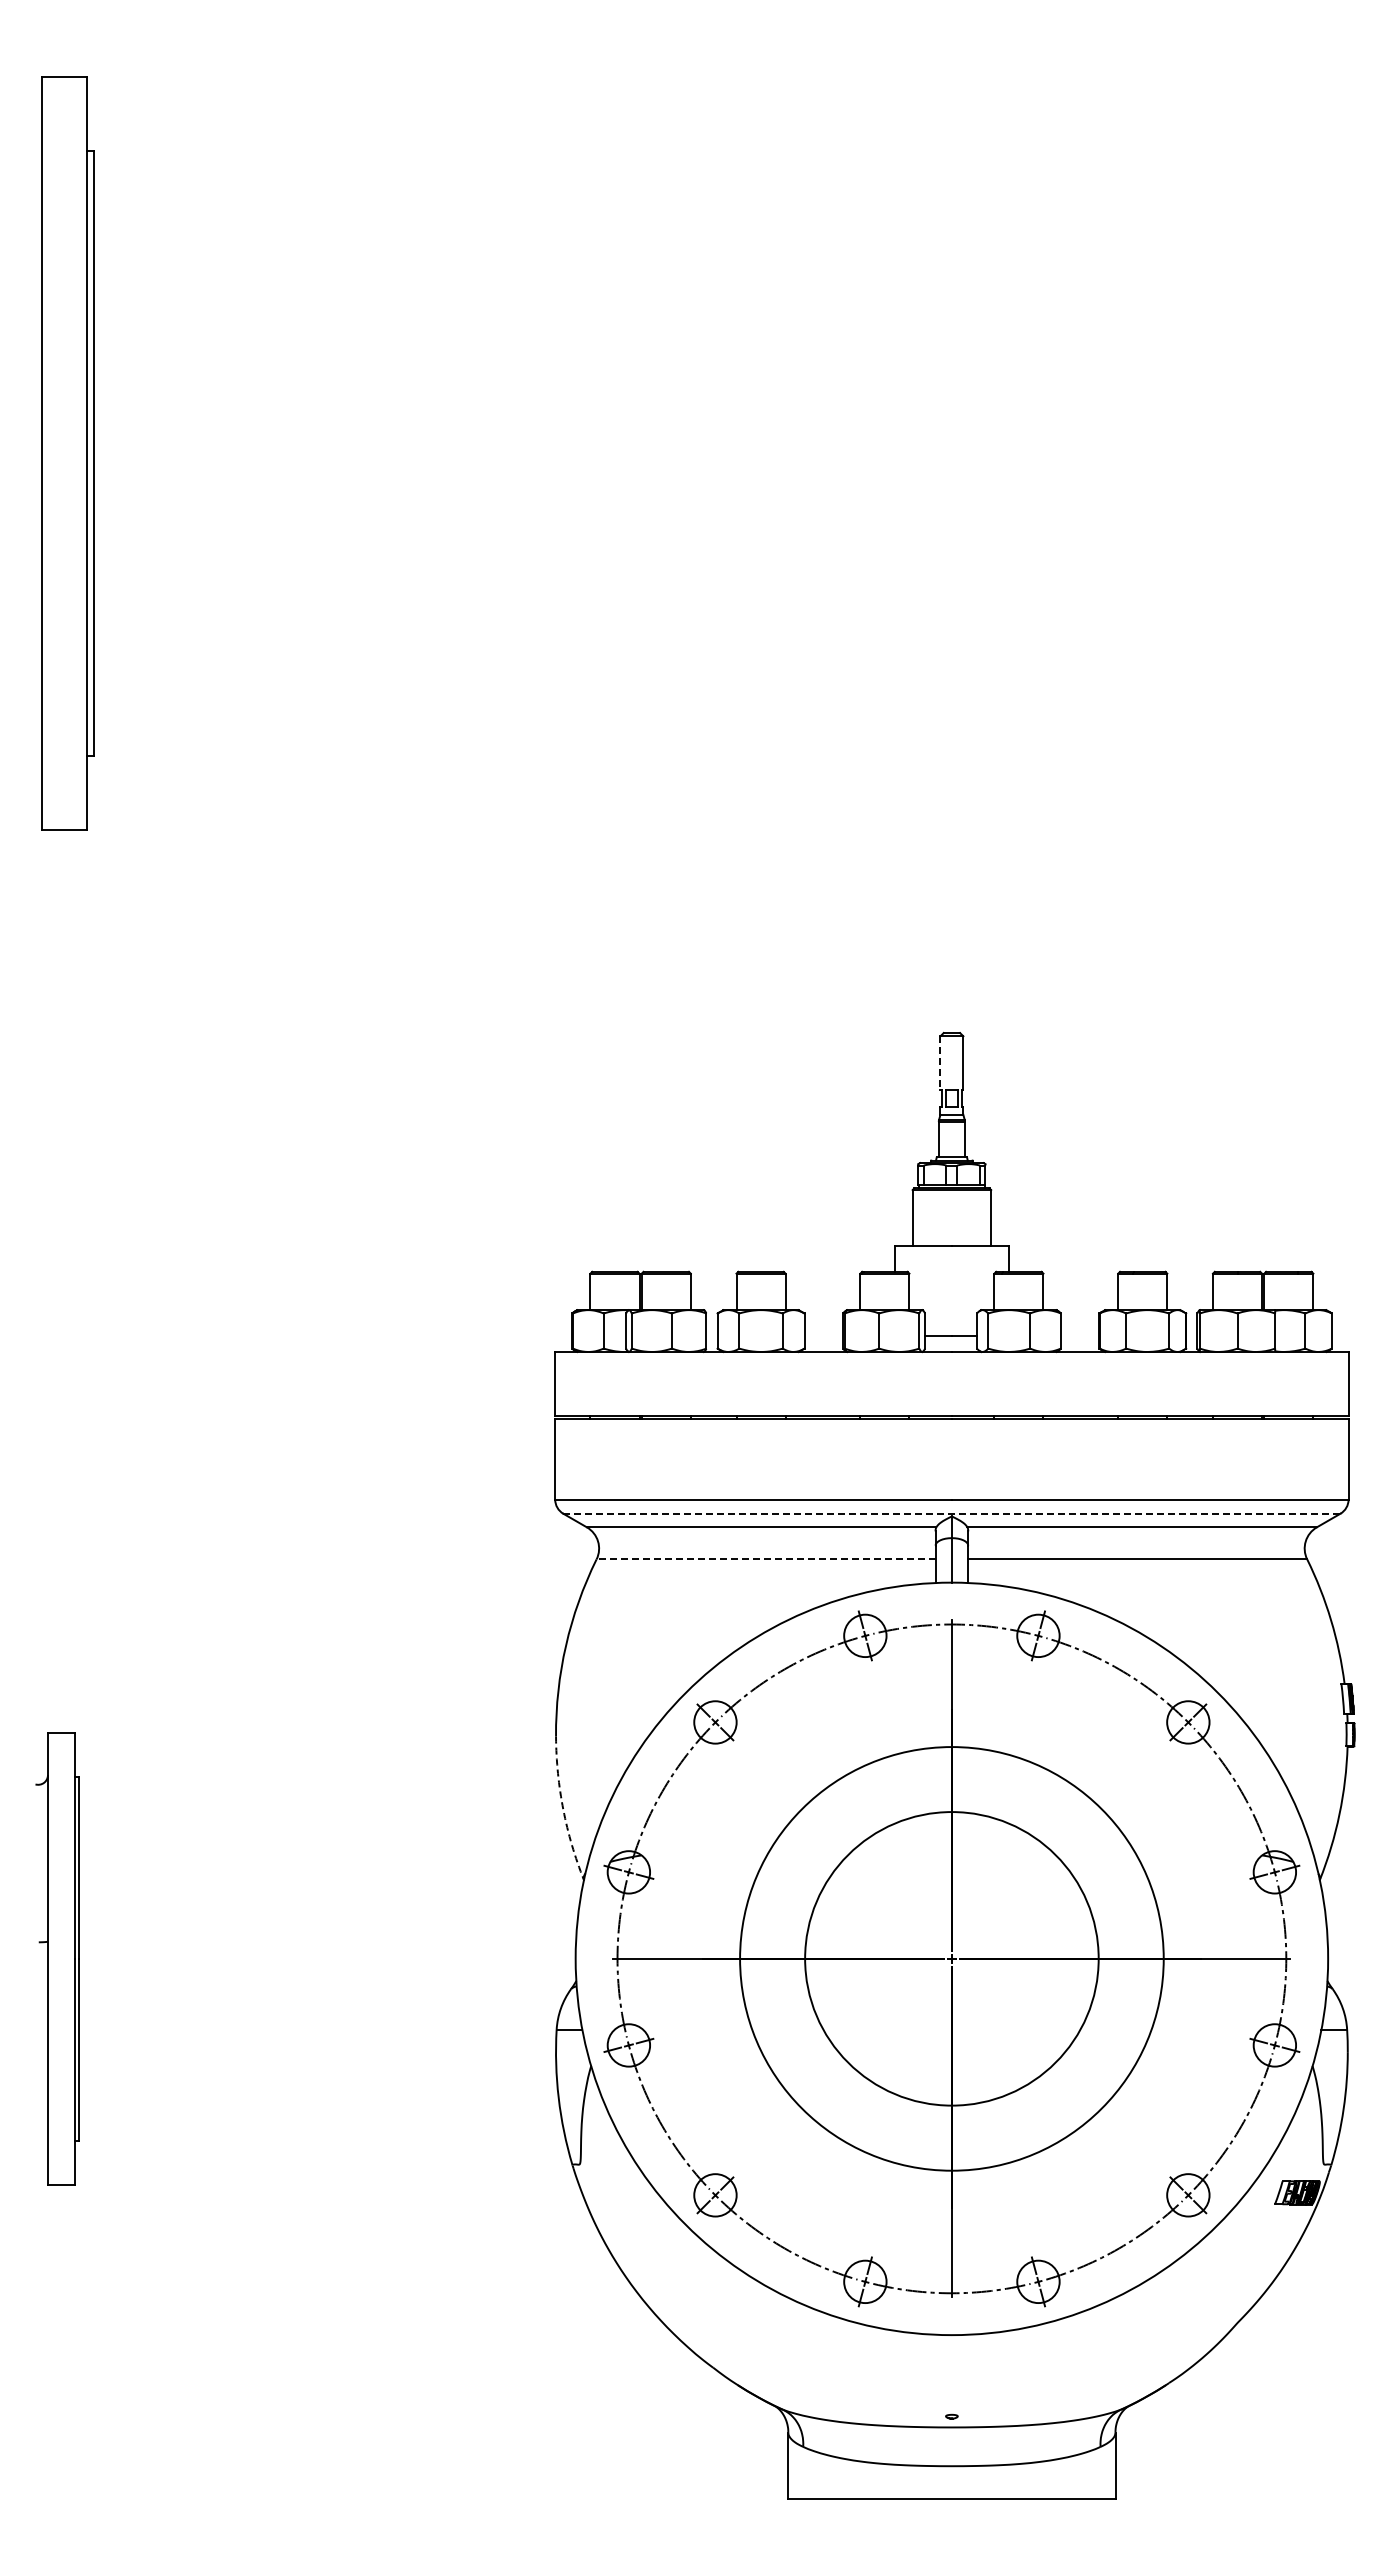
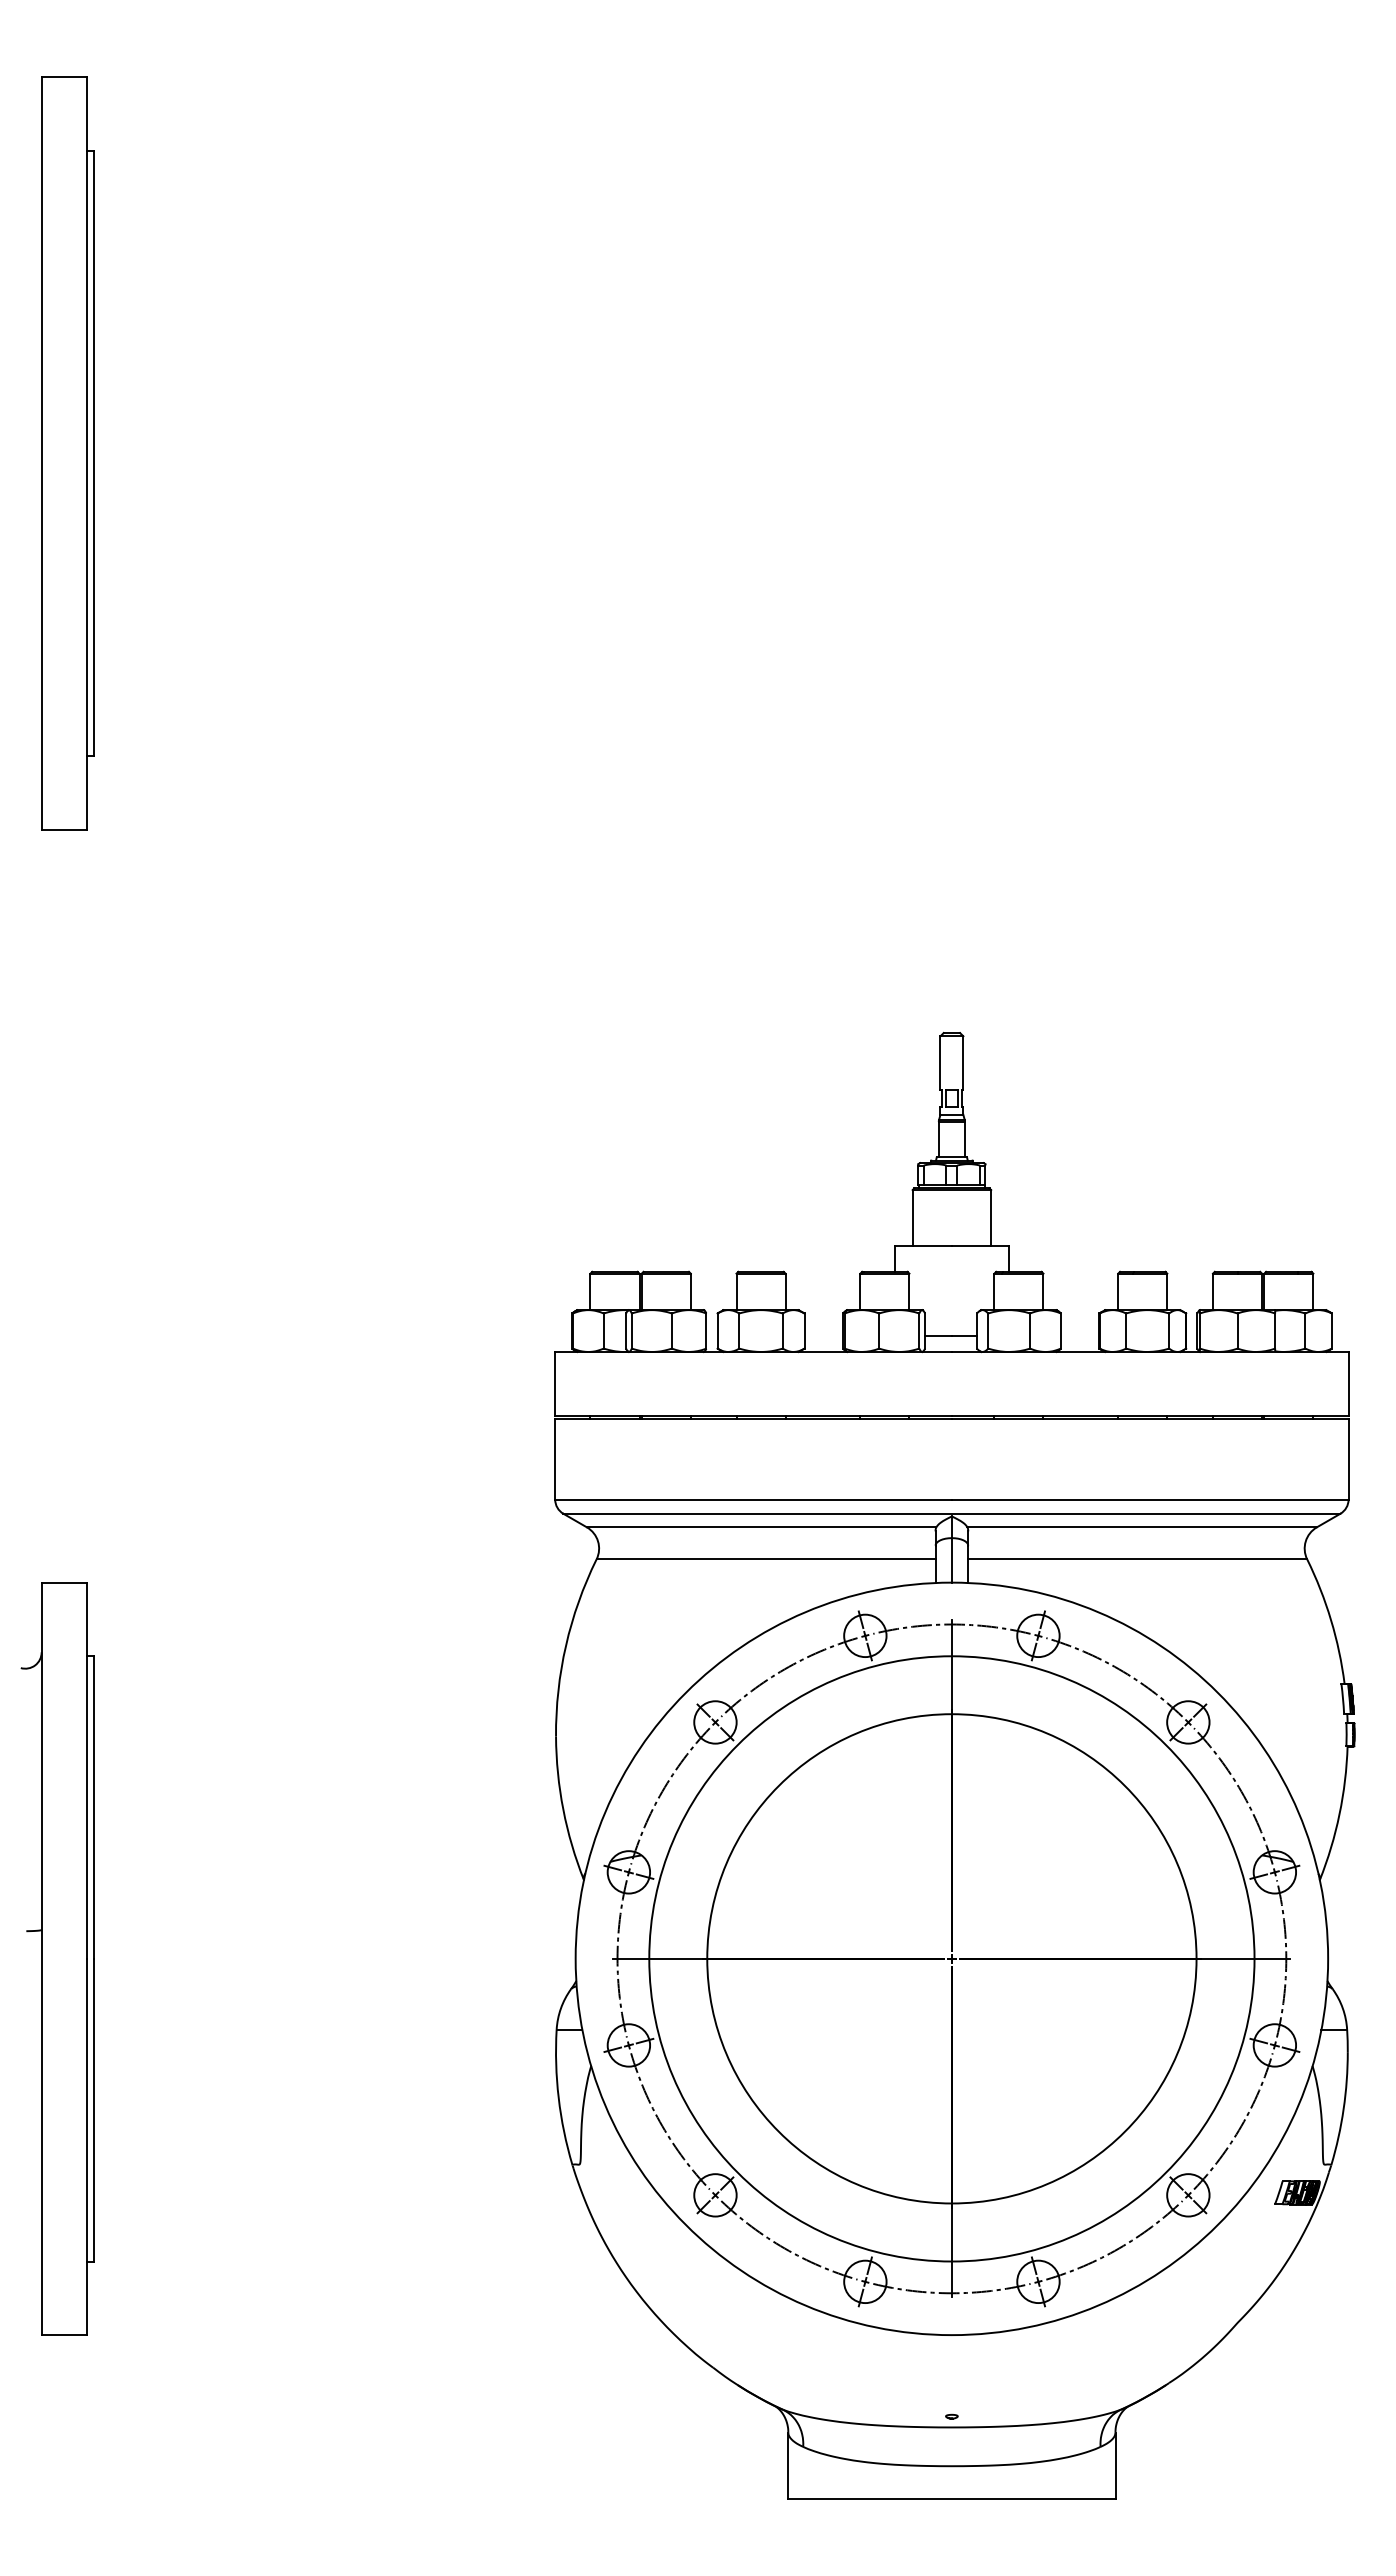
line at (940, 1063): dashed -> solid
line at (951, 1513): dashed -> solid
line at (765, 1559): dashed -> solid
arc at (563, 1809): dashed -> solid
part at (57, 1958) size: 45x454 px -> 75x754 px
circle at (951, 1958) diameter: 294 px -> 489 px
circle at (951, 1958) diameter: 424 px -> 605 px
